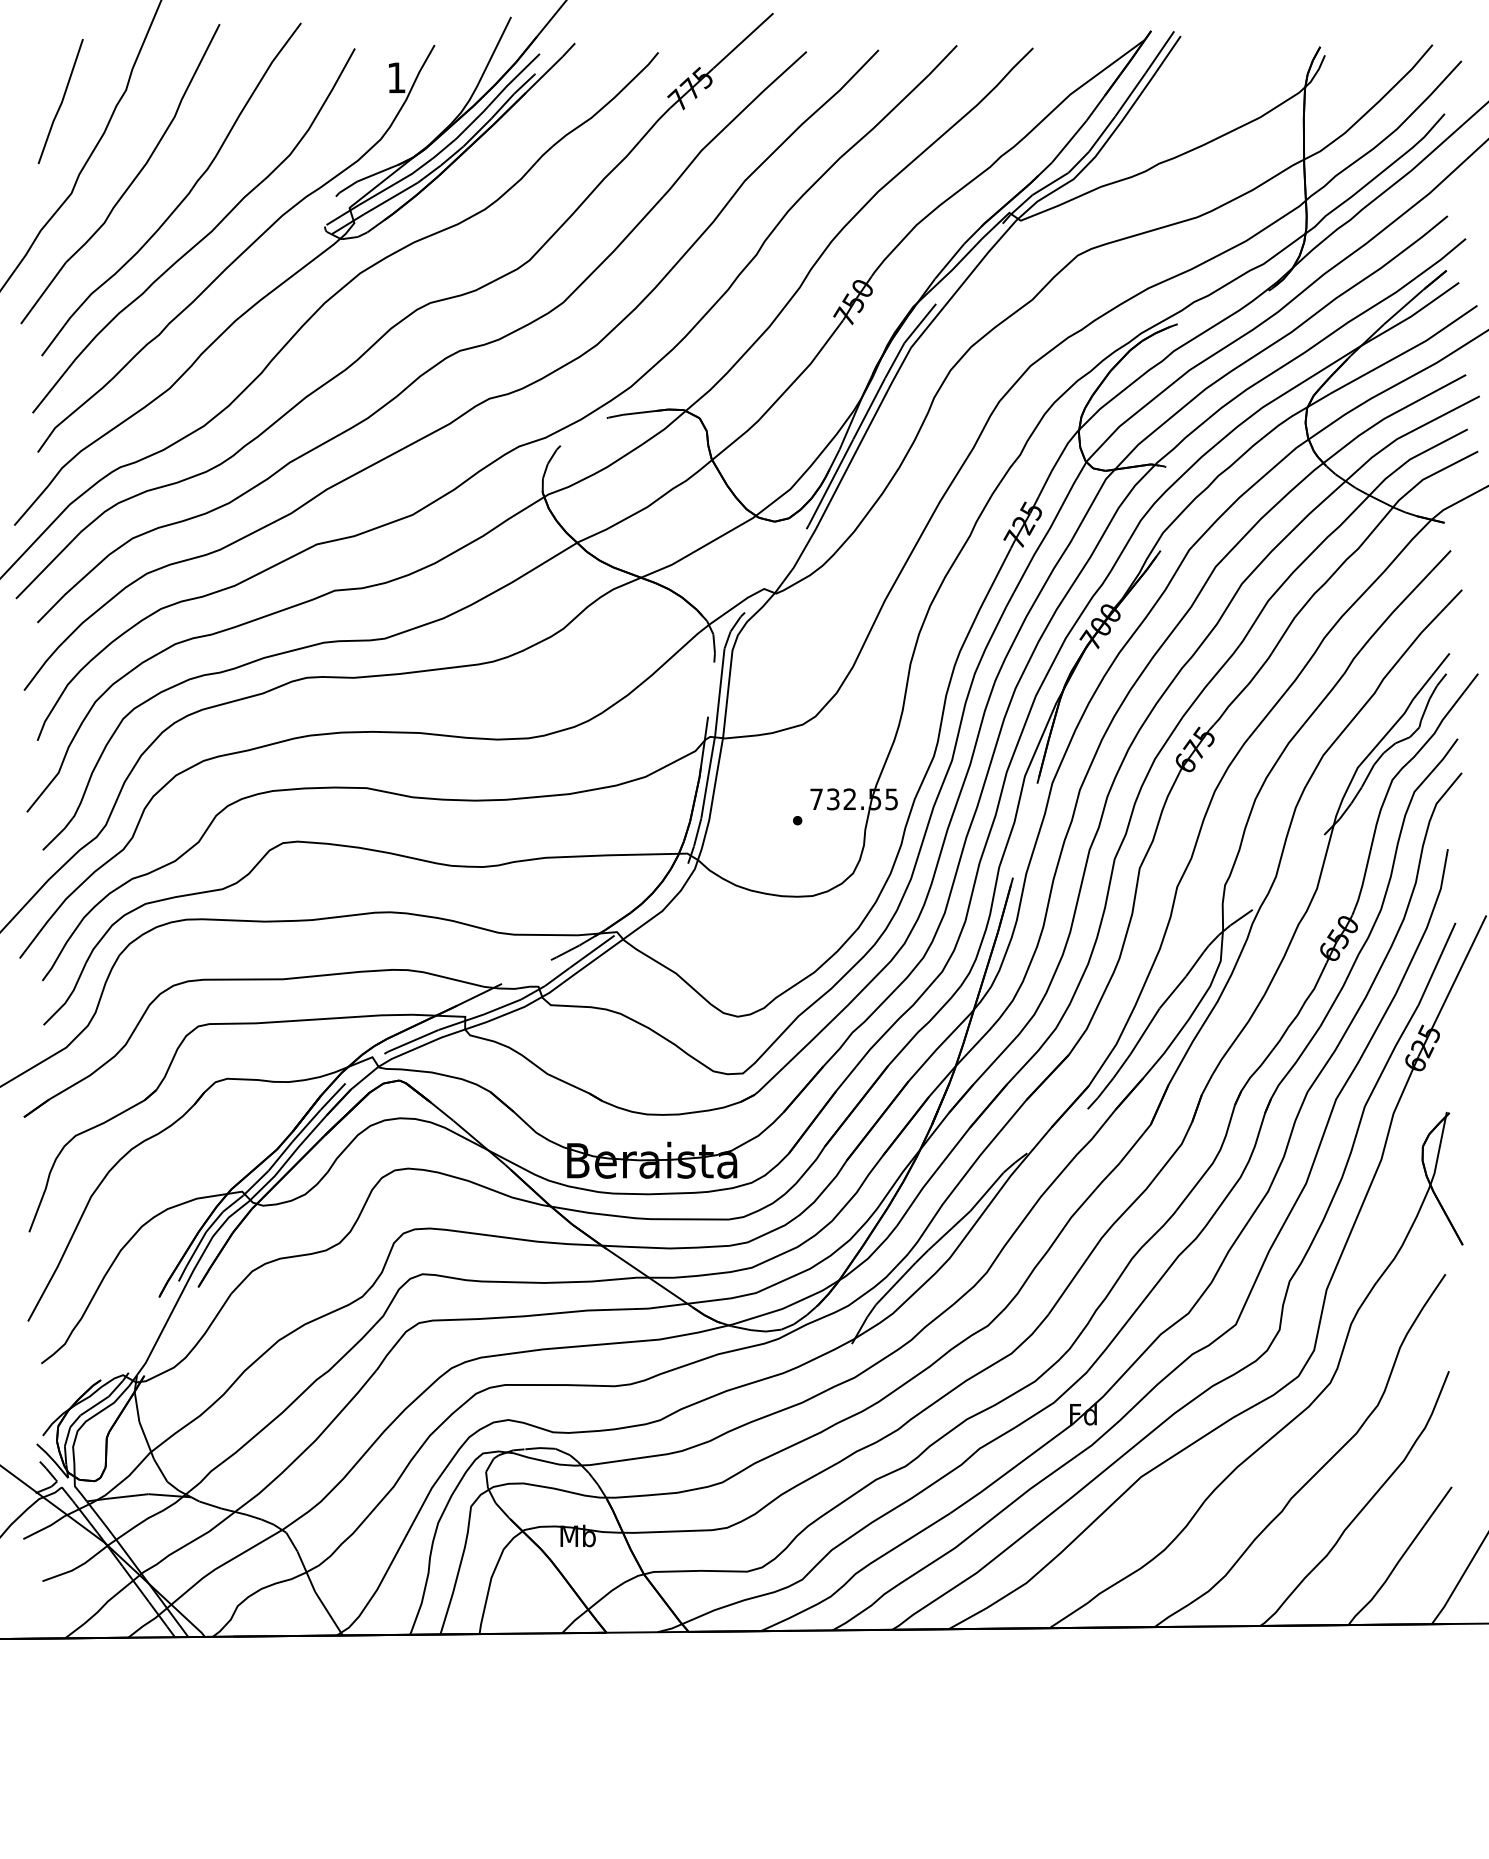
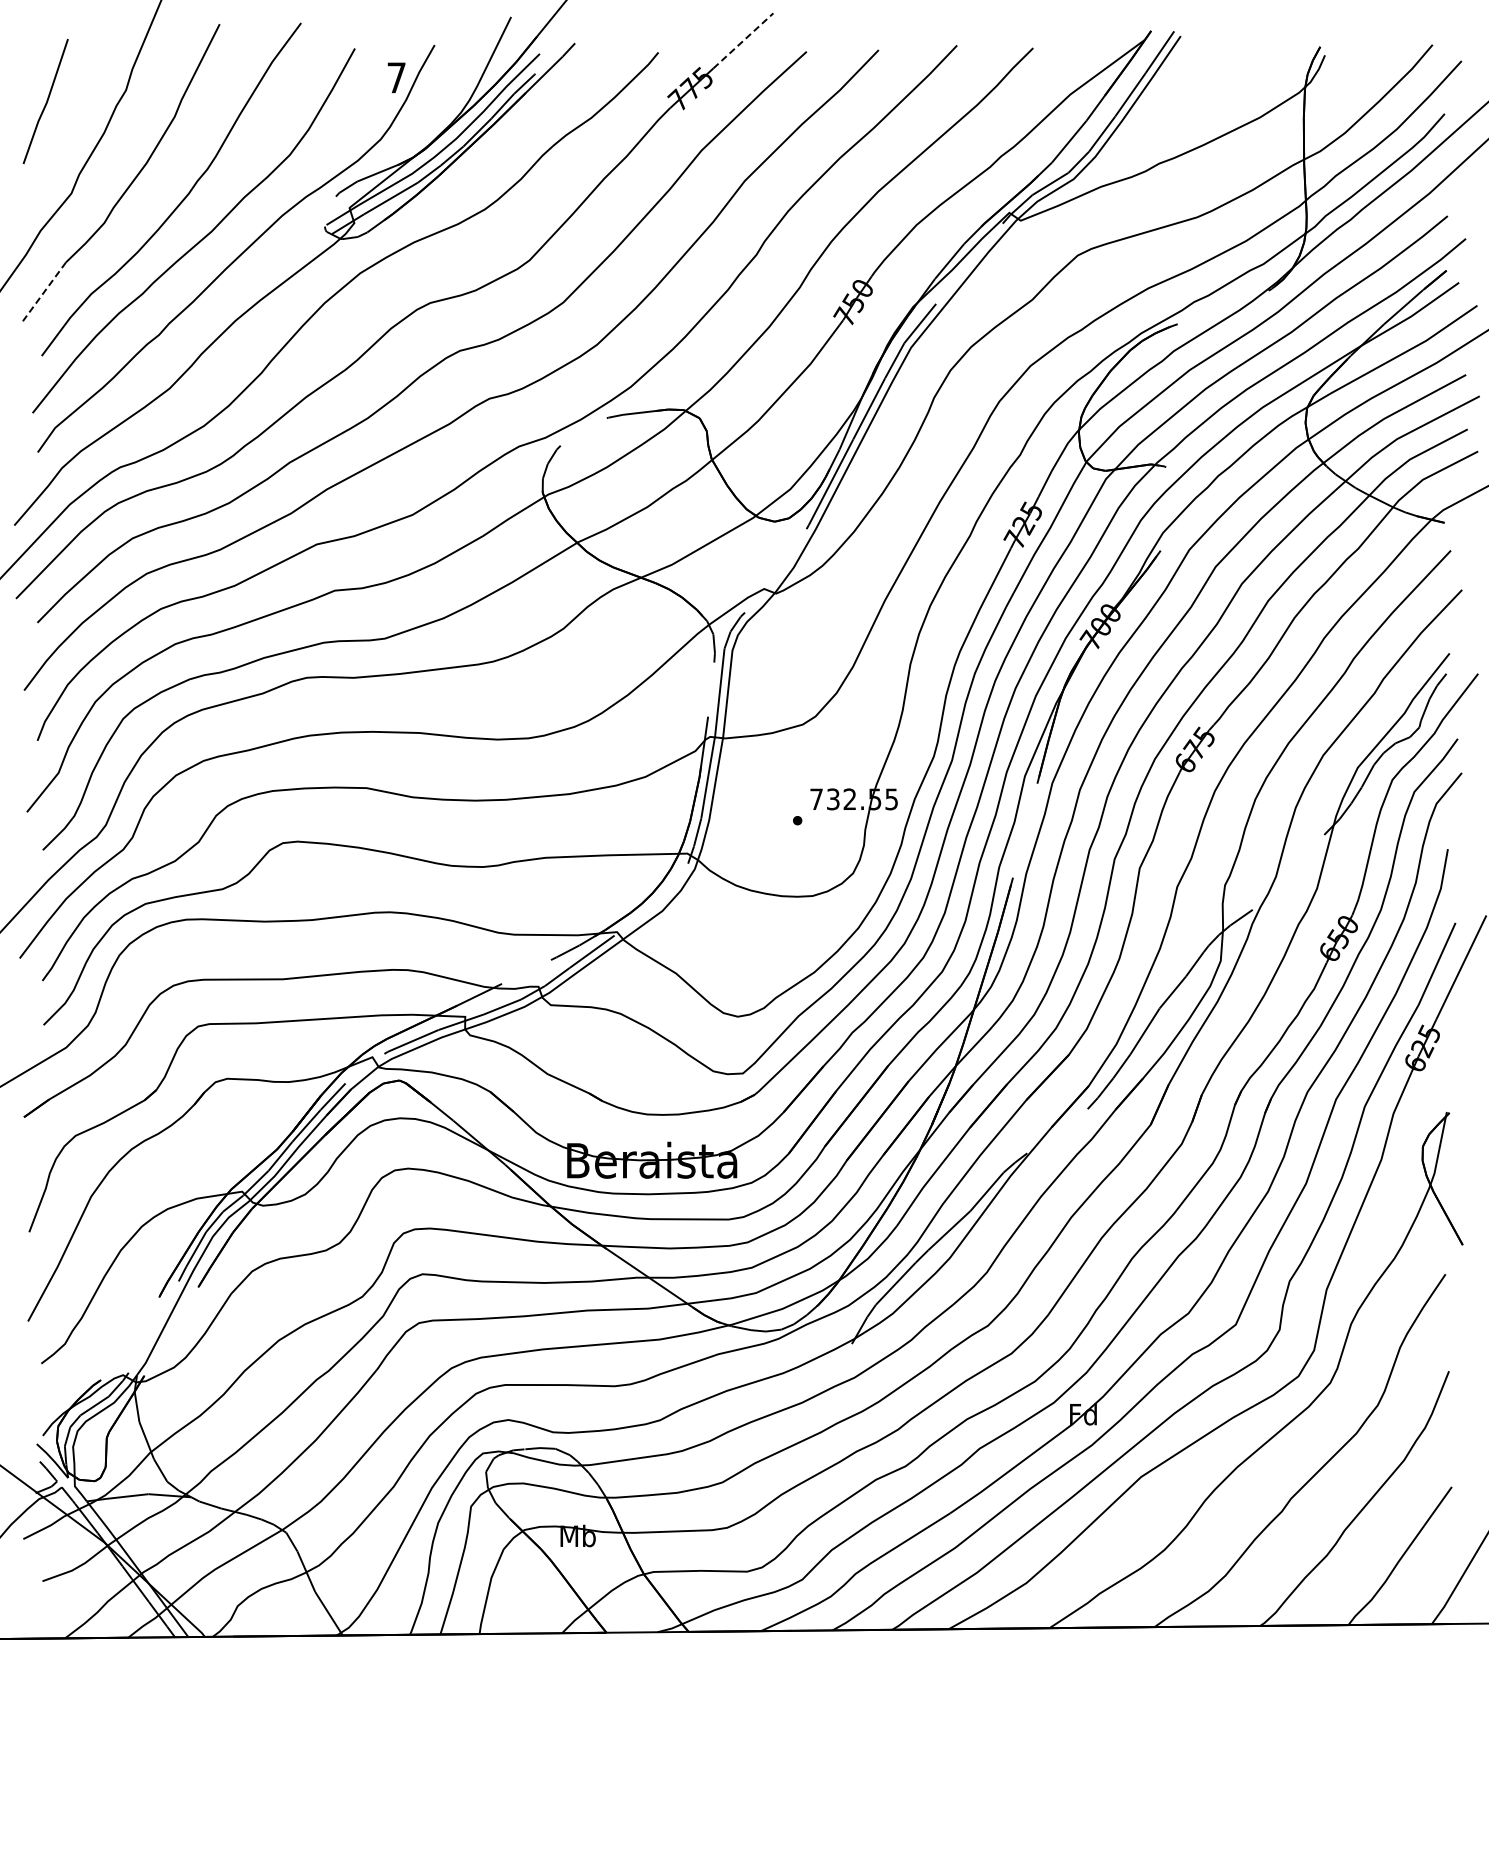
line at (743, 40): solid -> dashed
text at (396, 77): 1 -> 7
line at (61, 101) position: (61, 101) -> (46, 101)
line at (43, 293): solid -> dashed
